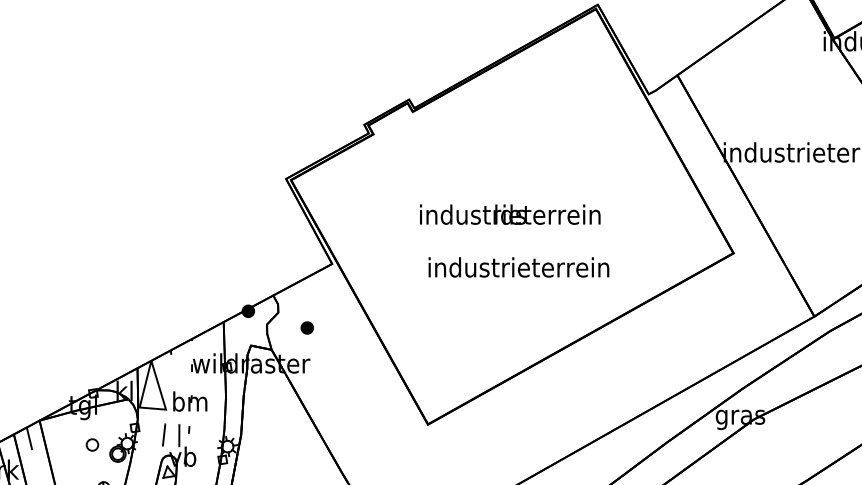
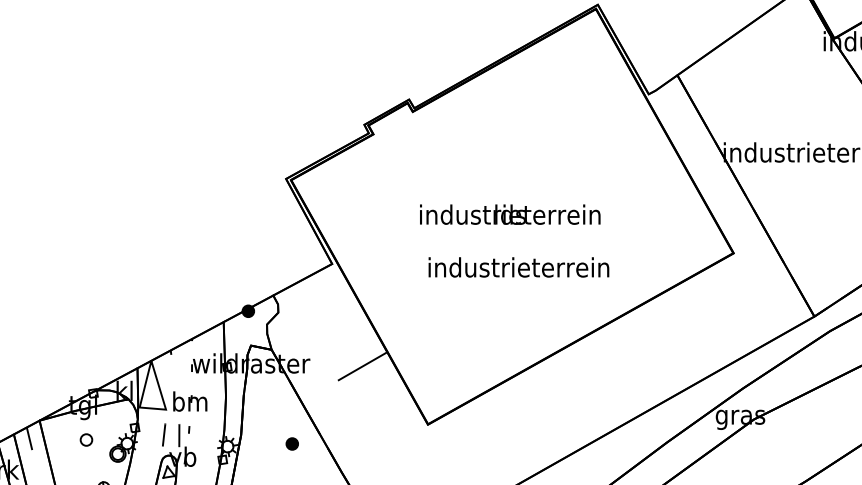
part at (306, 327) position: (306, 327) -> (291, 443)
line at (362, 366): none -> present
part at (92, 444) position: (92, 444) -> (86, 439)
